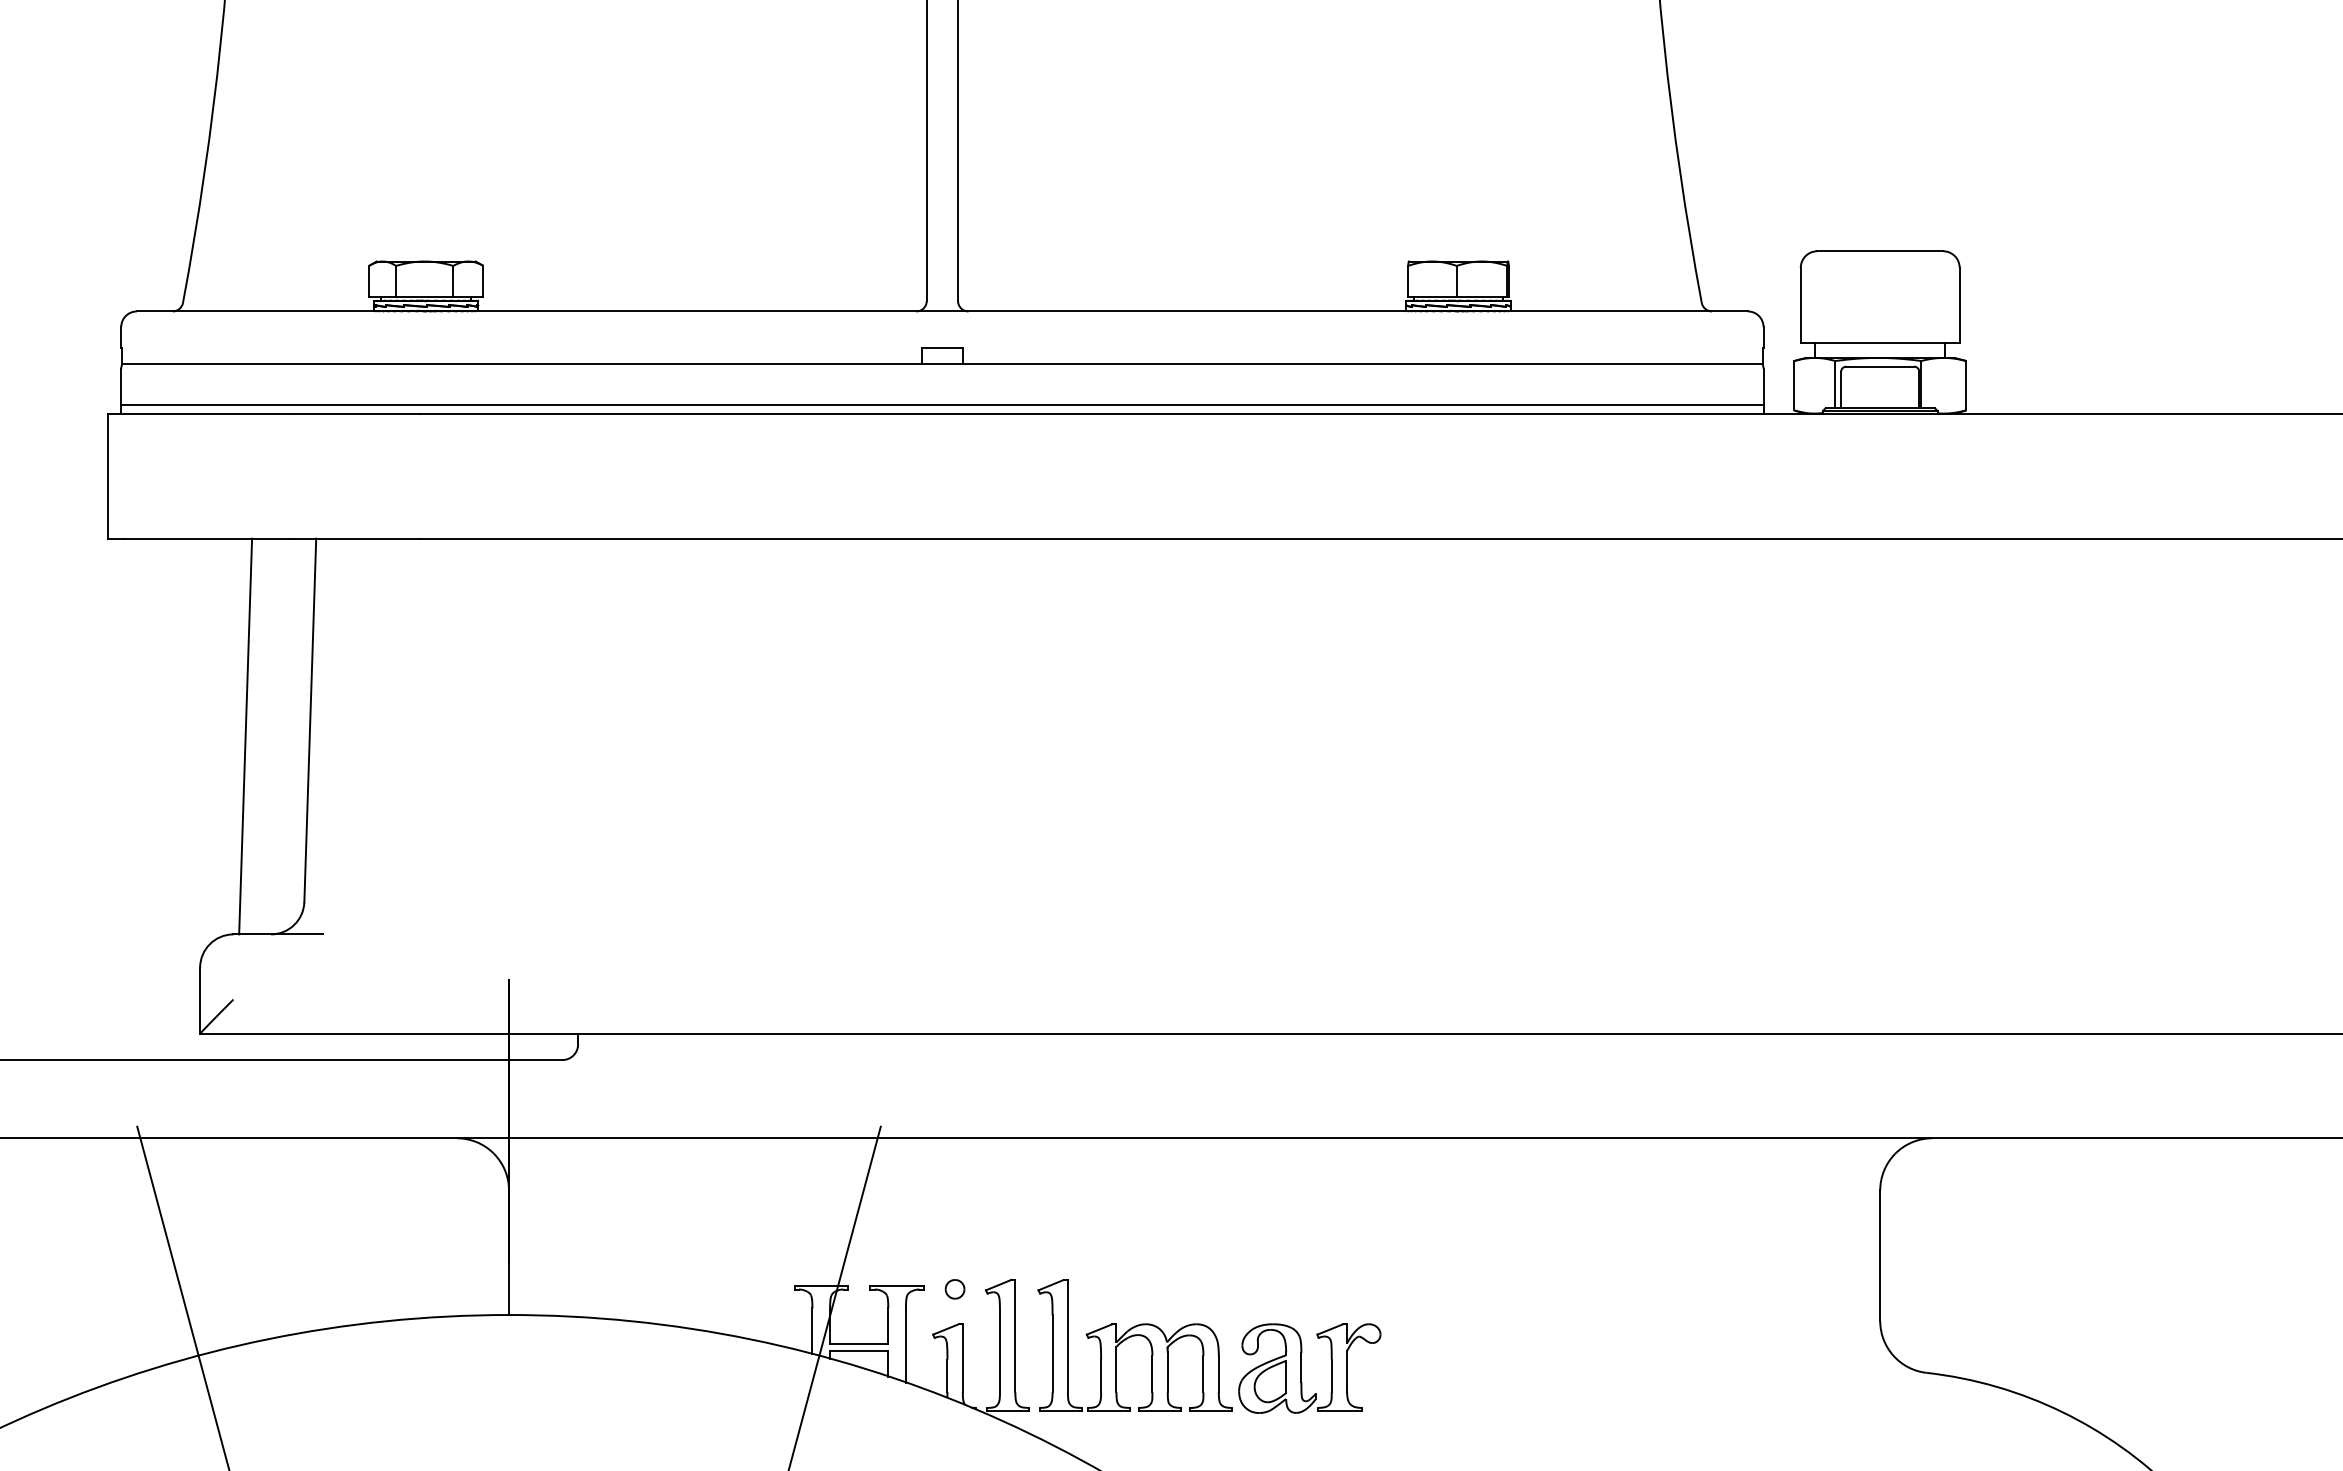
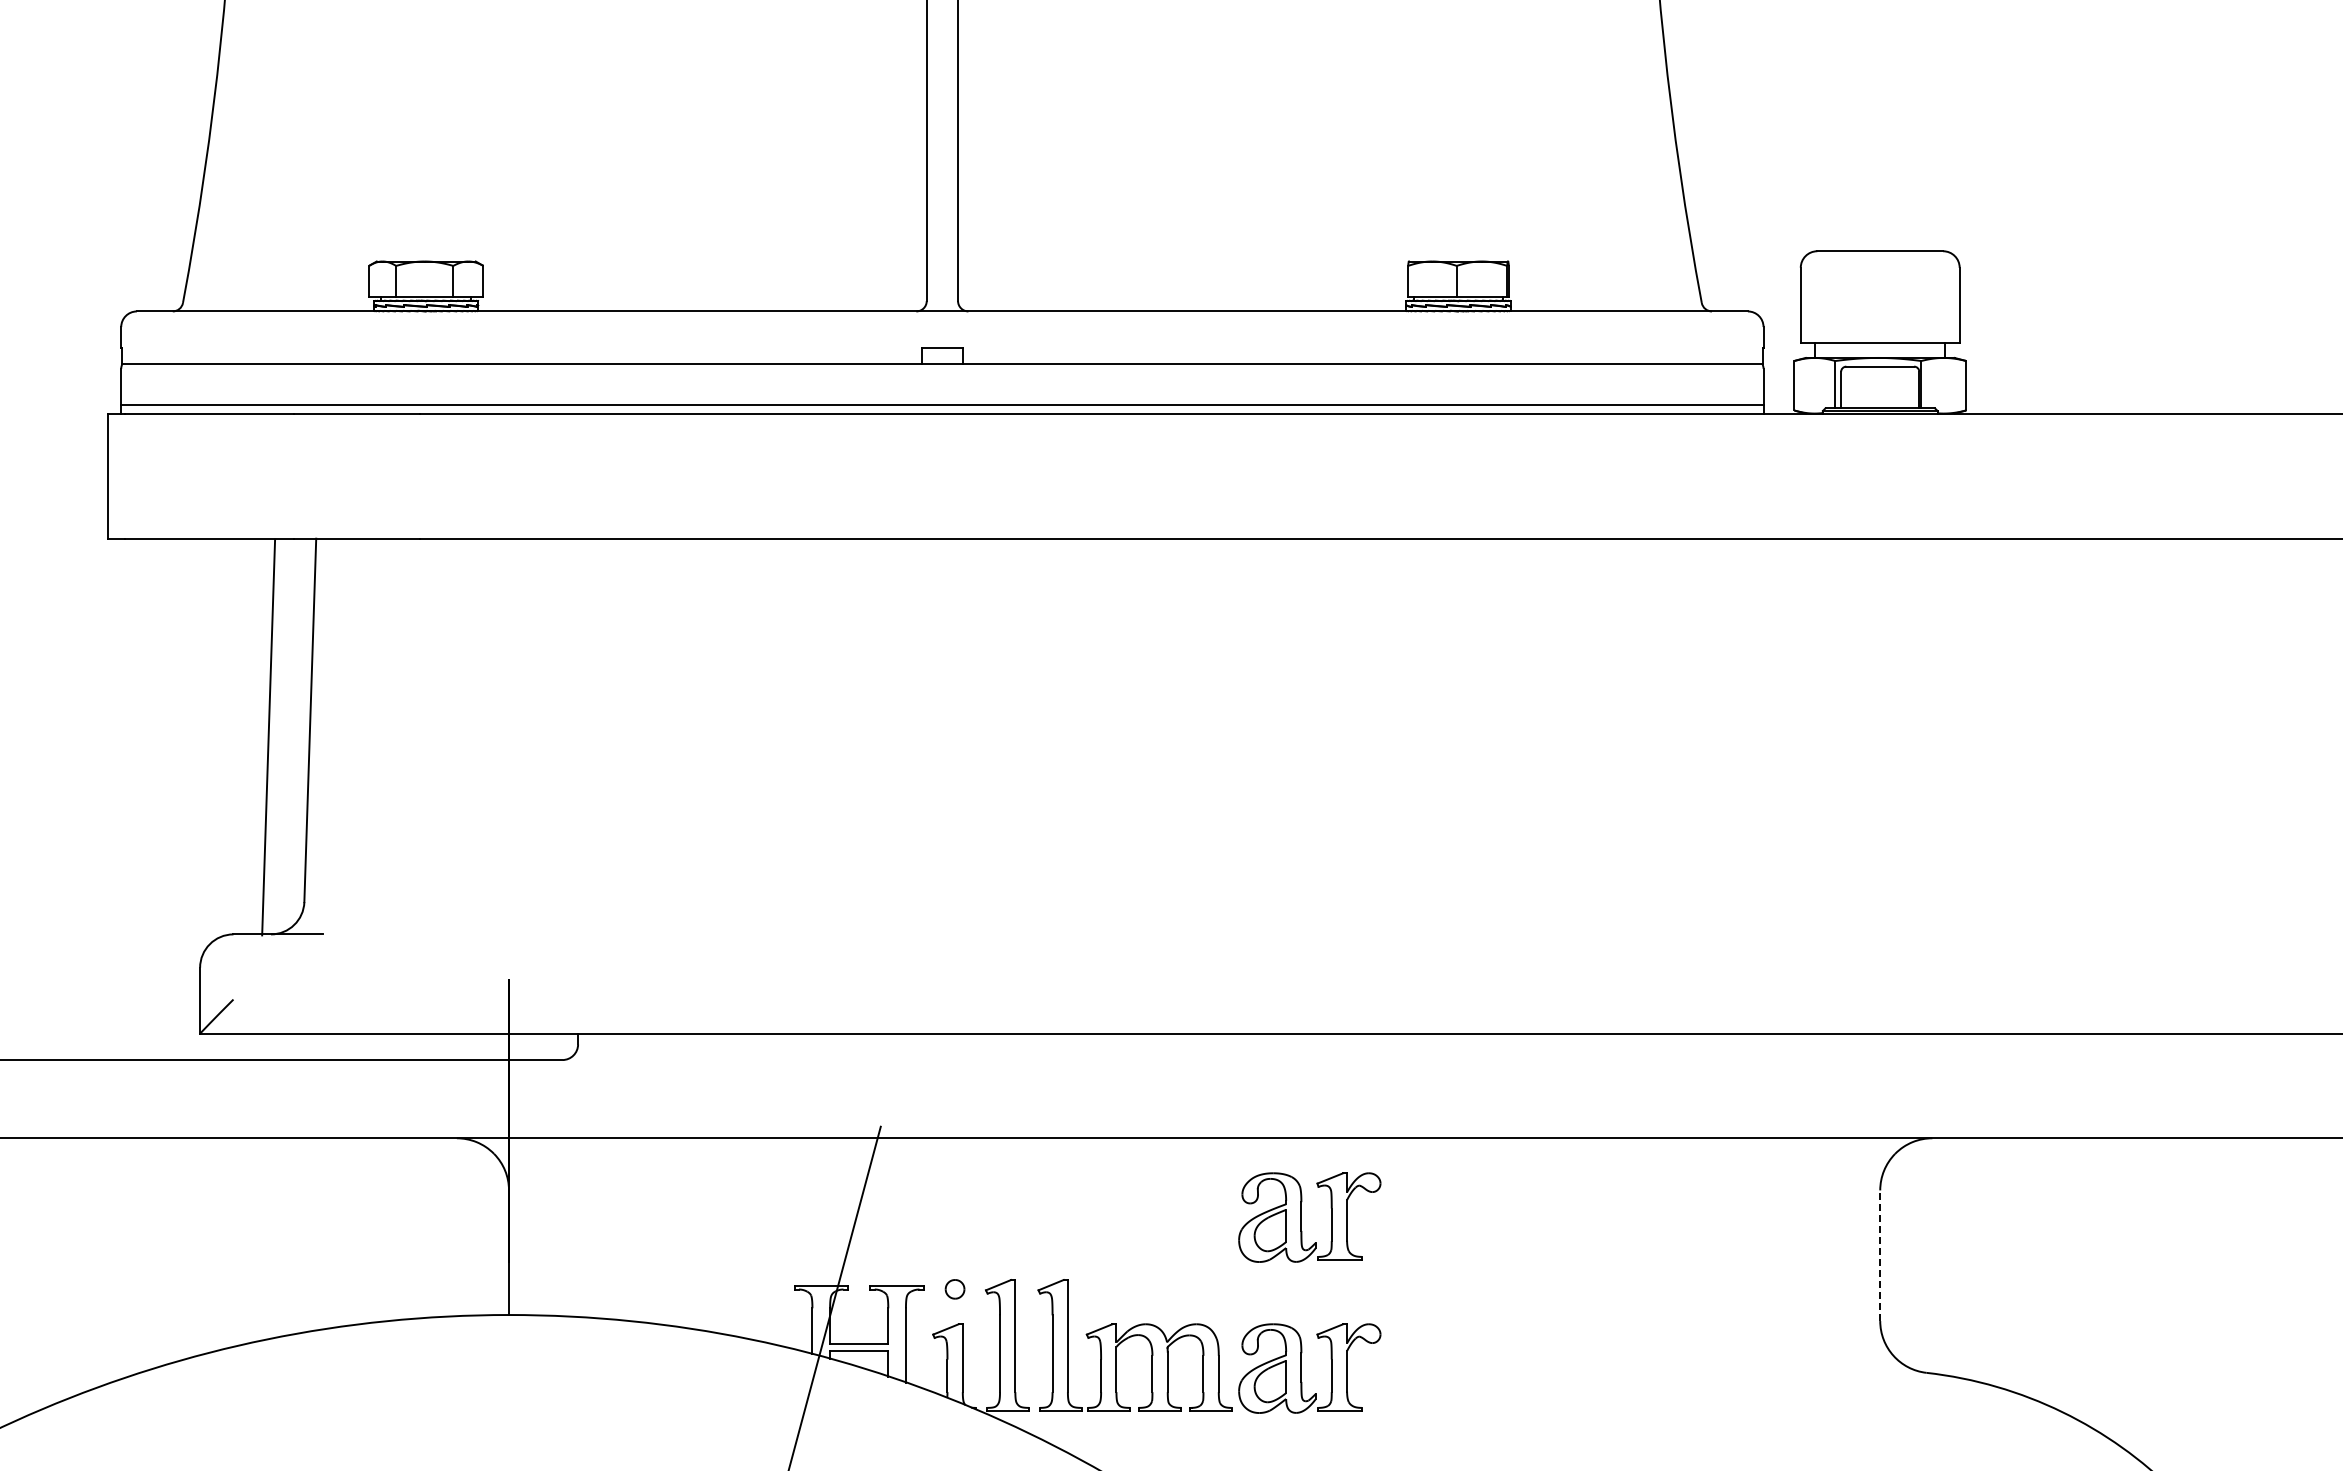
line at (245, 736) position: (245, 736) -> (268, 737)
part at (1301, 1217): none -> present
line at (1880, 1255): solid -> dashed
line at (182, 1296): present -> none
